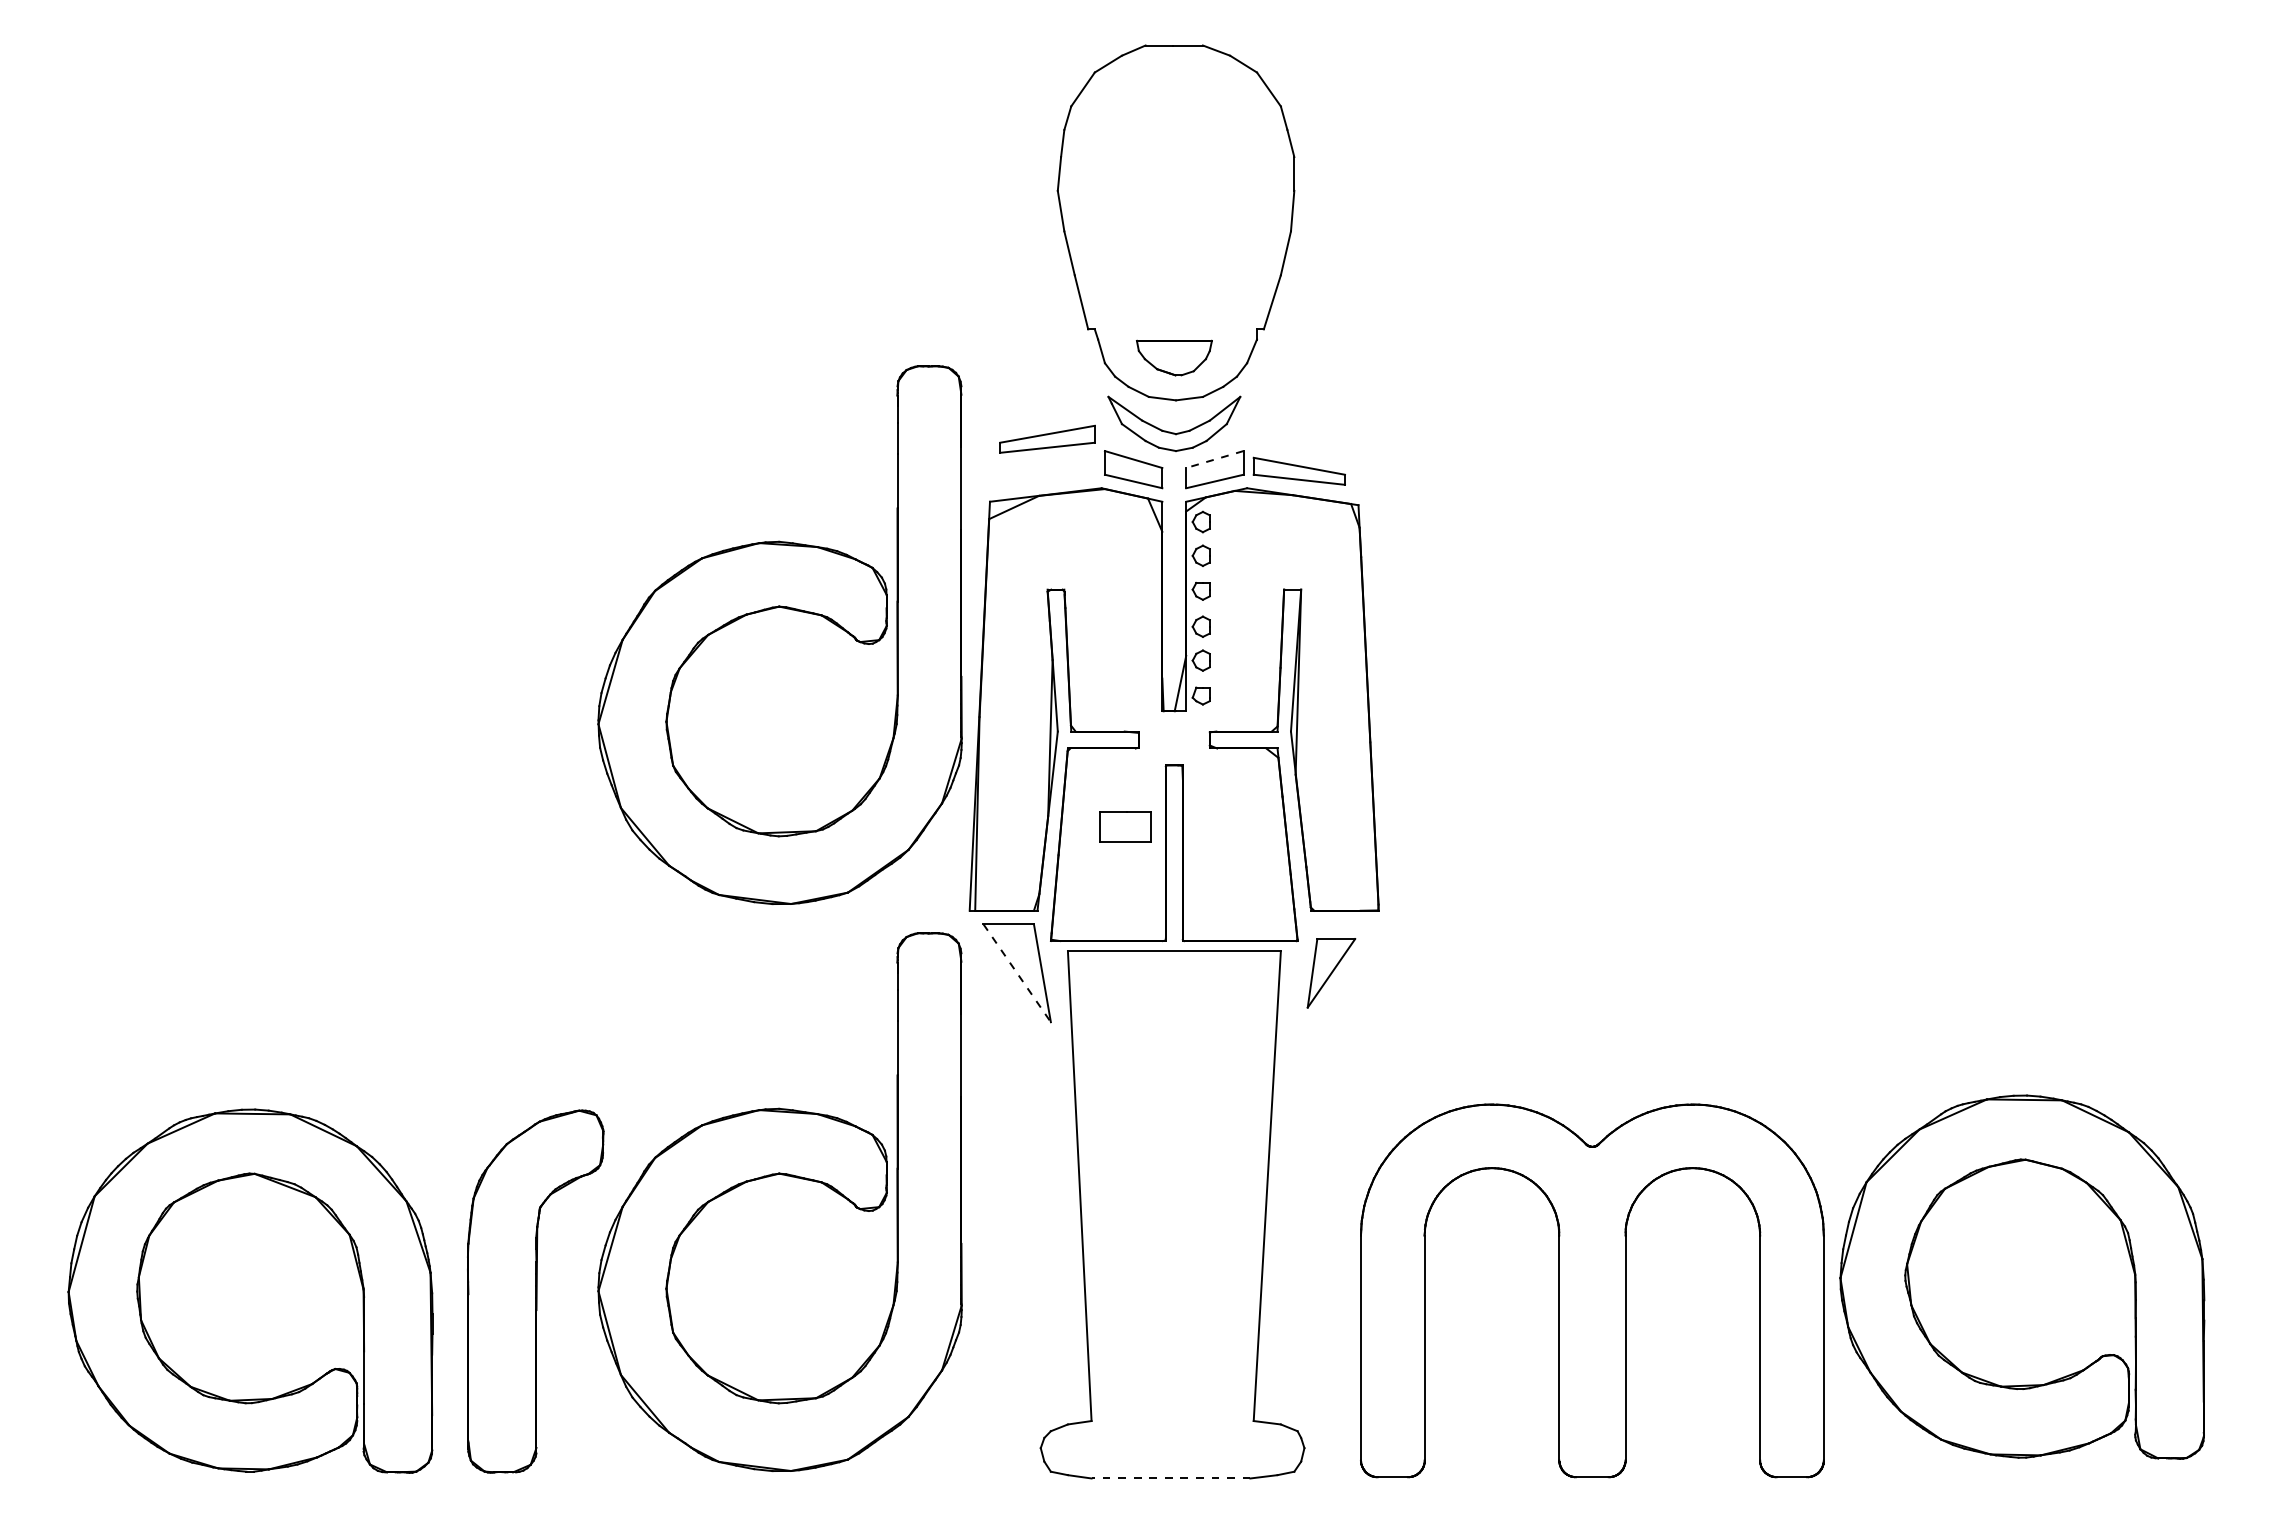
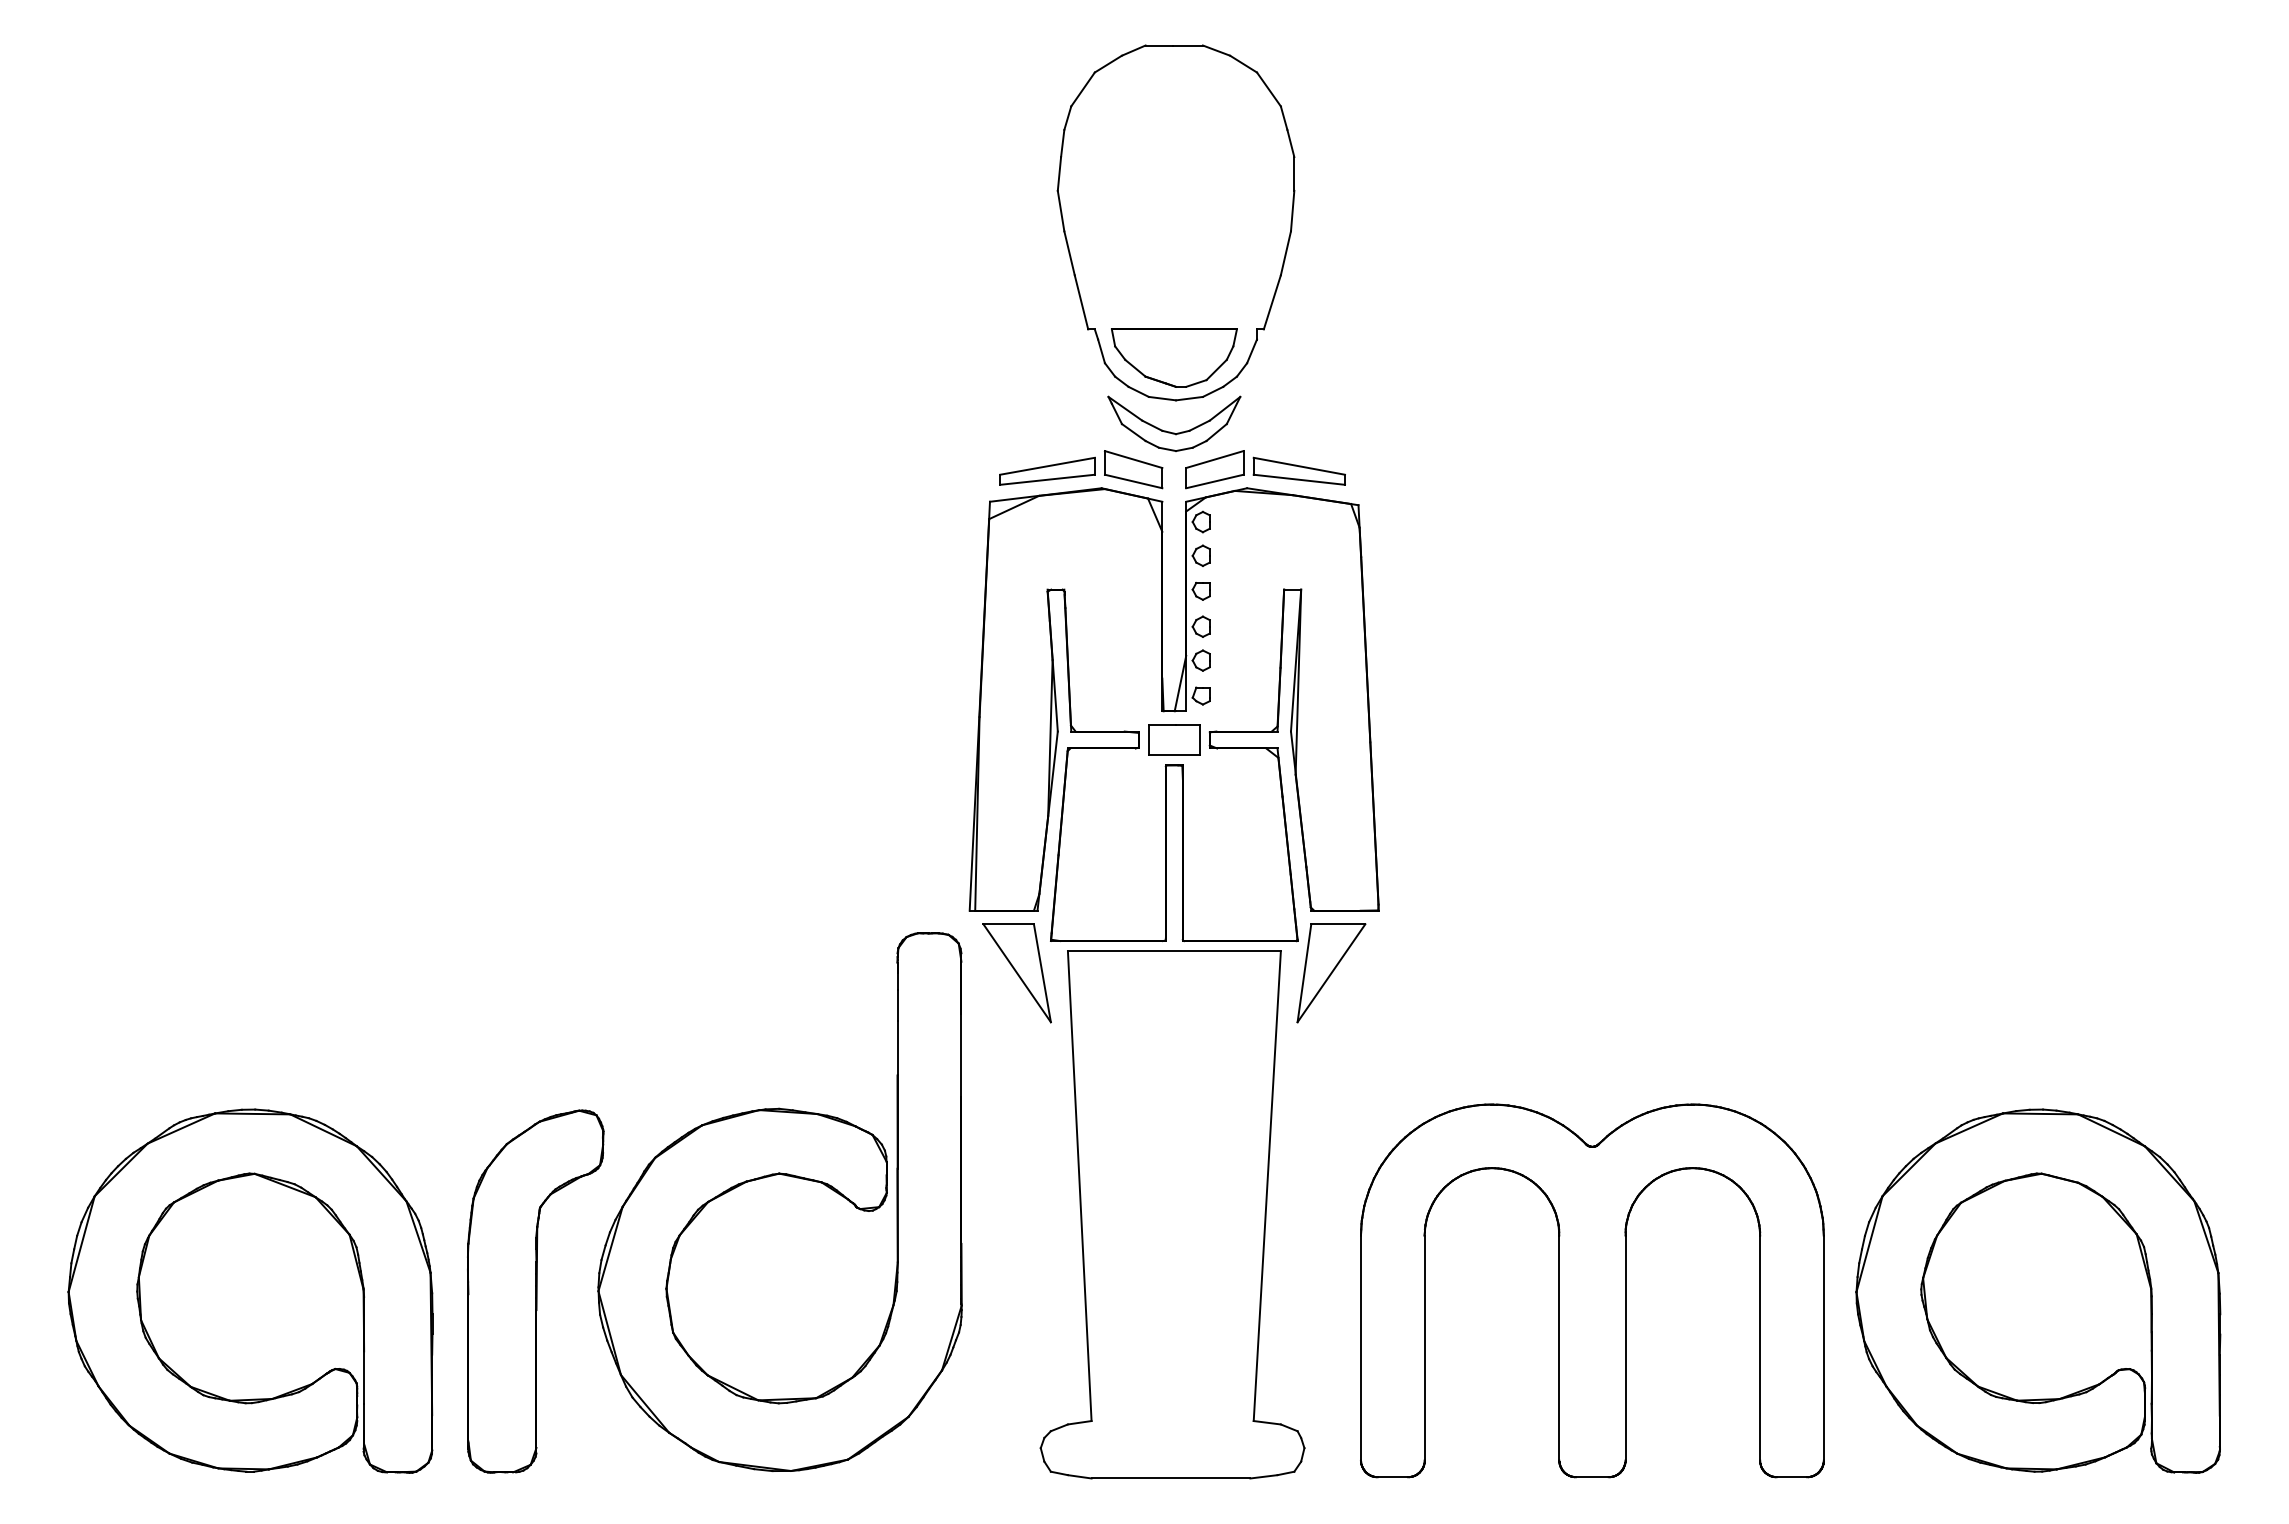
part at (1174, 357) size: 77x38 px -> 127x60 px
part at (1047, 438) position: (1047, 438) -> (1047, 470)
line at (1214, 459): dashed -> solid
part at (772, 609): present -> none
part at (1125, 826) position: (1125, 826) -> (1174, 739)
line at (1017, 973): dashed -> solid
part at (1331, 973) size: 51x71 px -> 71x101 px
part at (2057, 1378) position: (2057, 1378) -> (2073, 1392)
line at (1170, 1478): dashed -> solid
